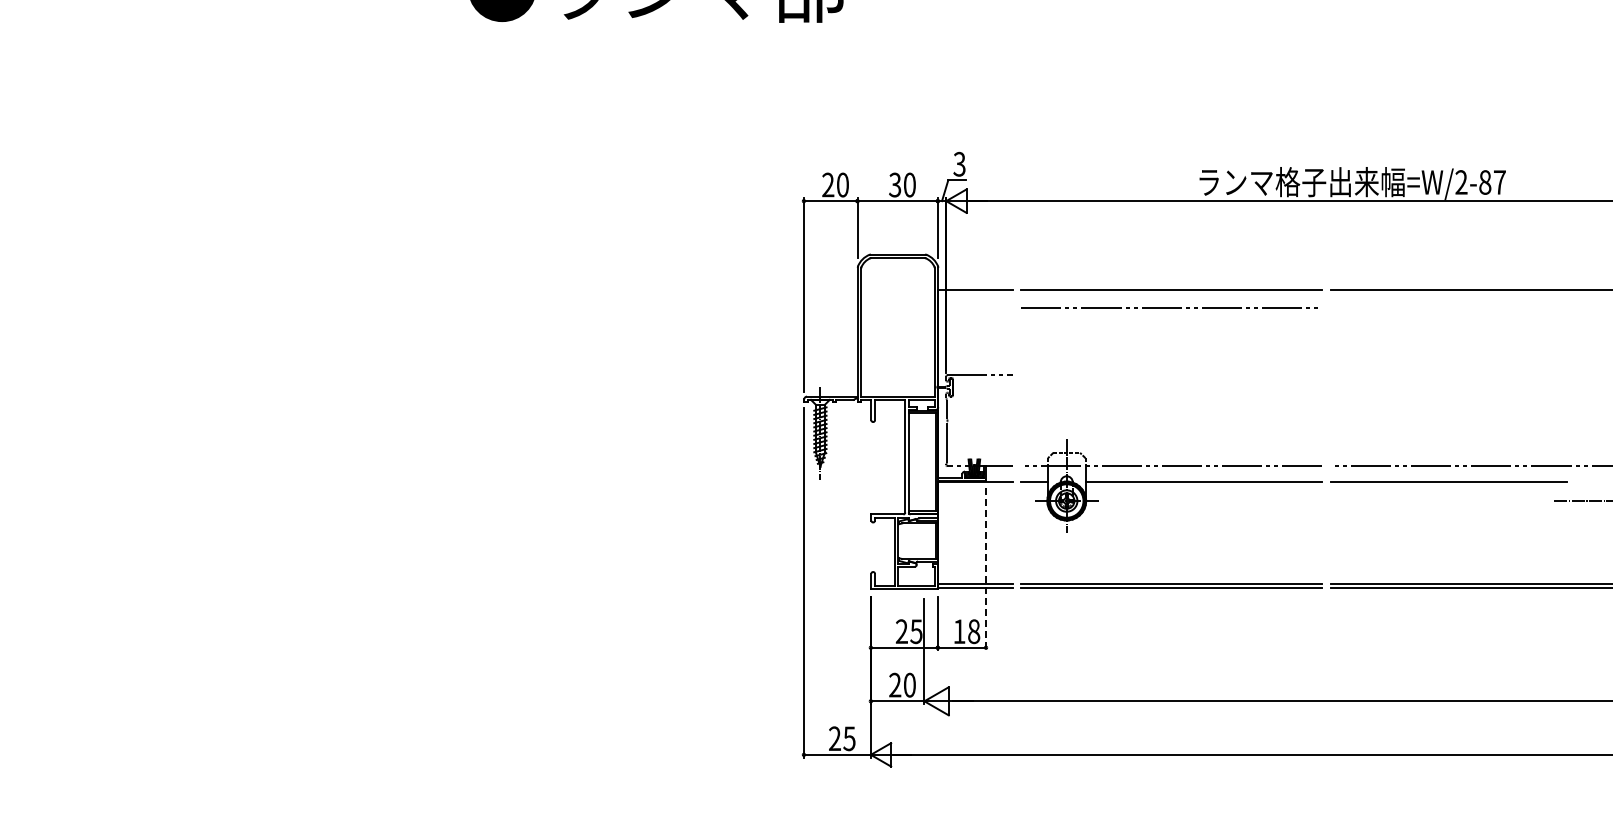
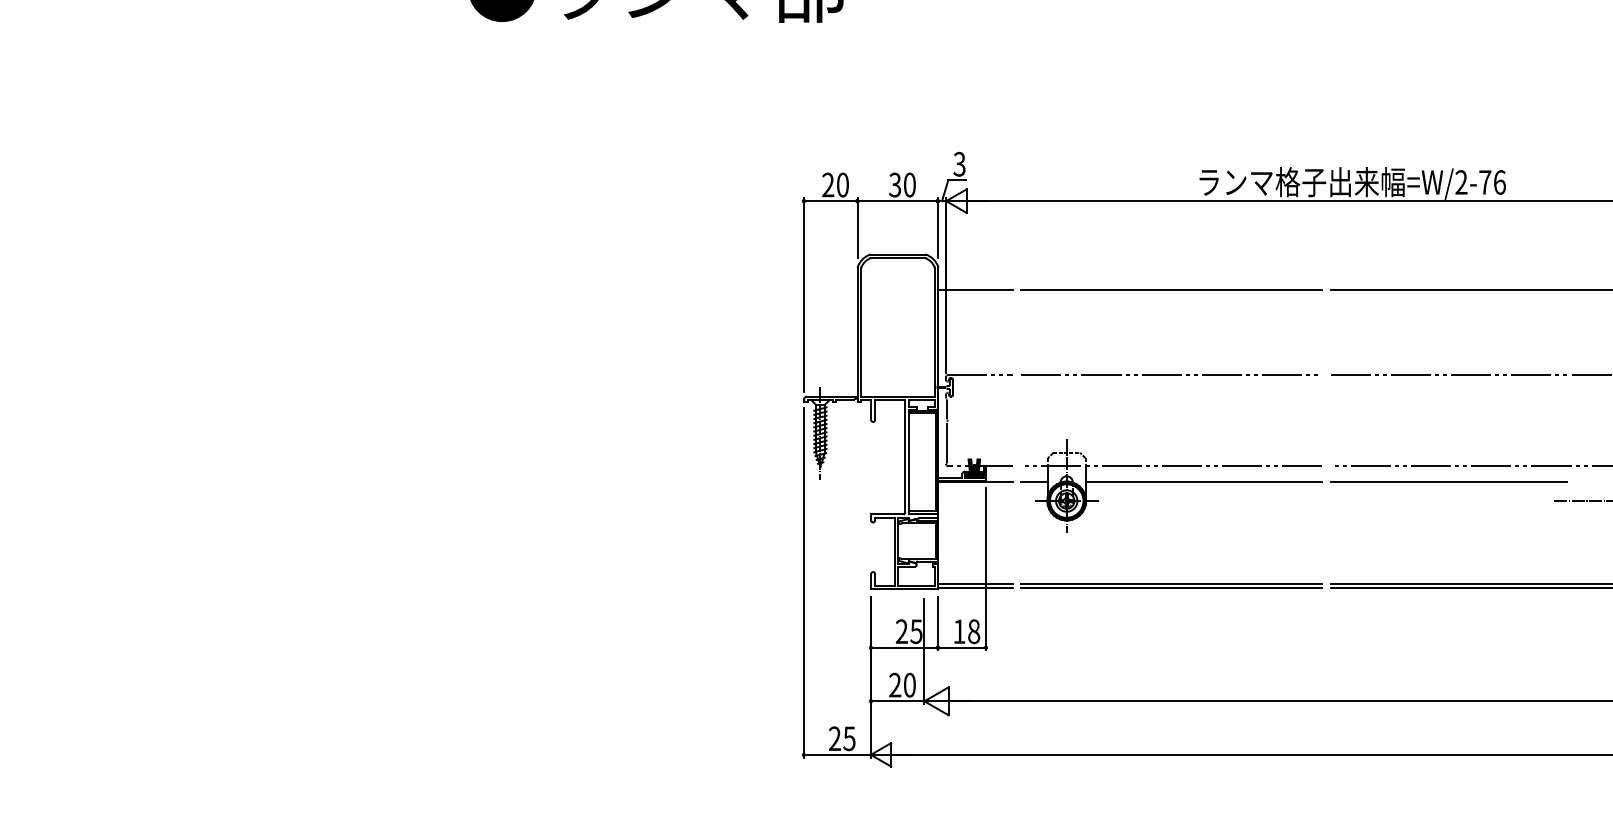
text at (1492, 182): =W/2-87 -> =W/2-76
line at (1169, 307) position: (1169, 307) -> (1169, 374)
line at (1469, 375): none -> present
line at (986, 569): dashed -> solid
